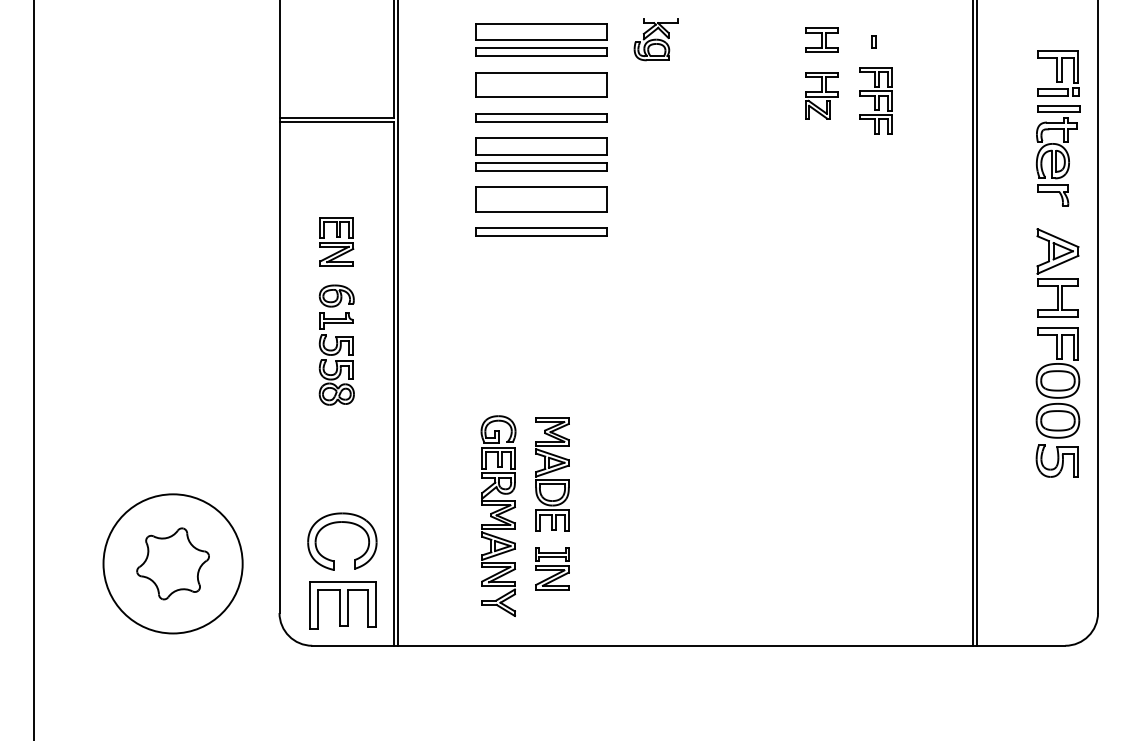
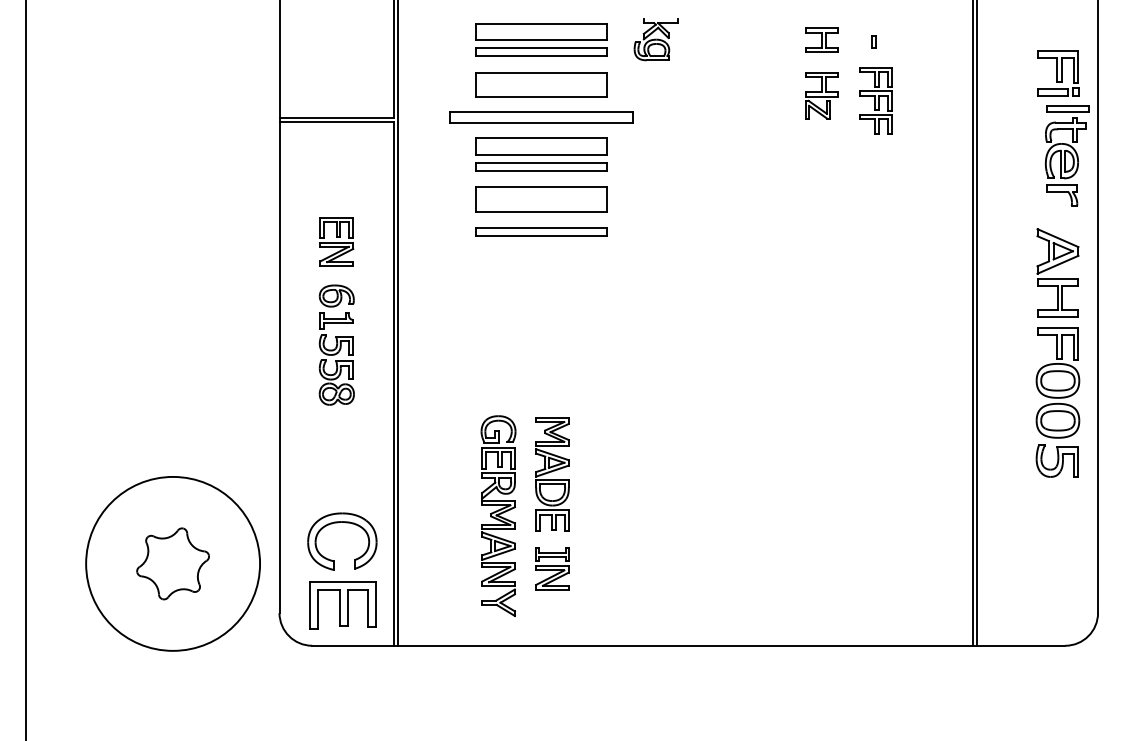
part at (541, 117) size: 133x10 px -> 185x13 px
part at (1058, 155) position: (1058, 155) -> (1067, 155)
line at (33, 369) position: (33, 369) -> (25, 369)
circle at (172, 563) diameter: 139 px -> 174 px
